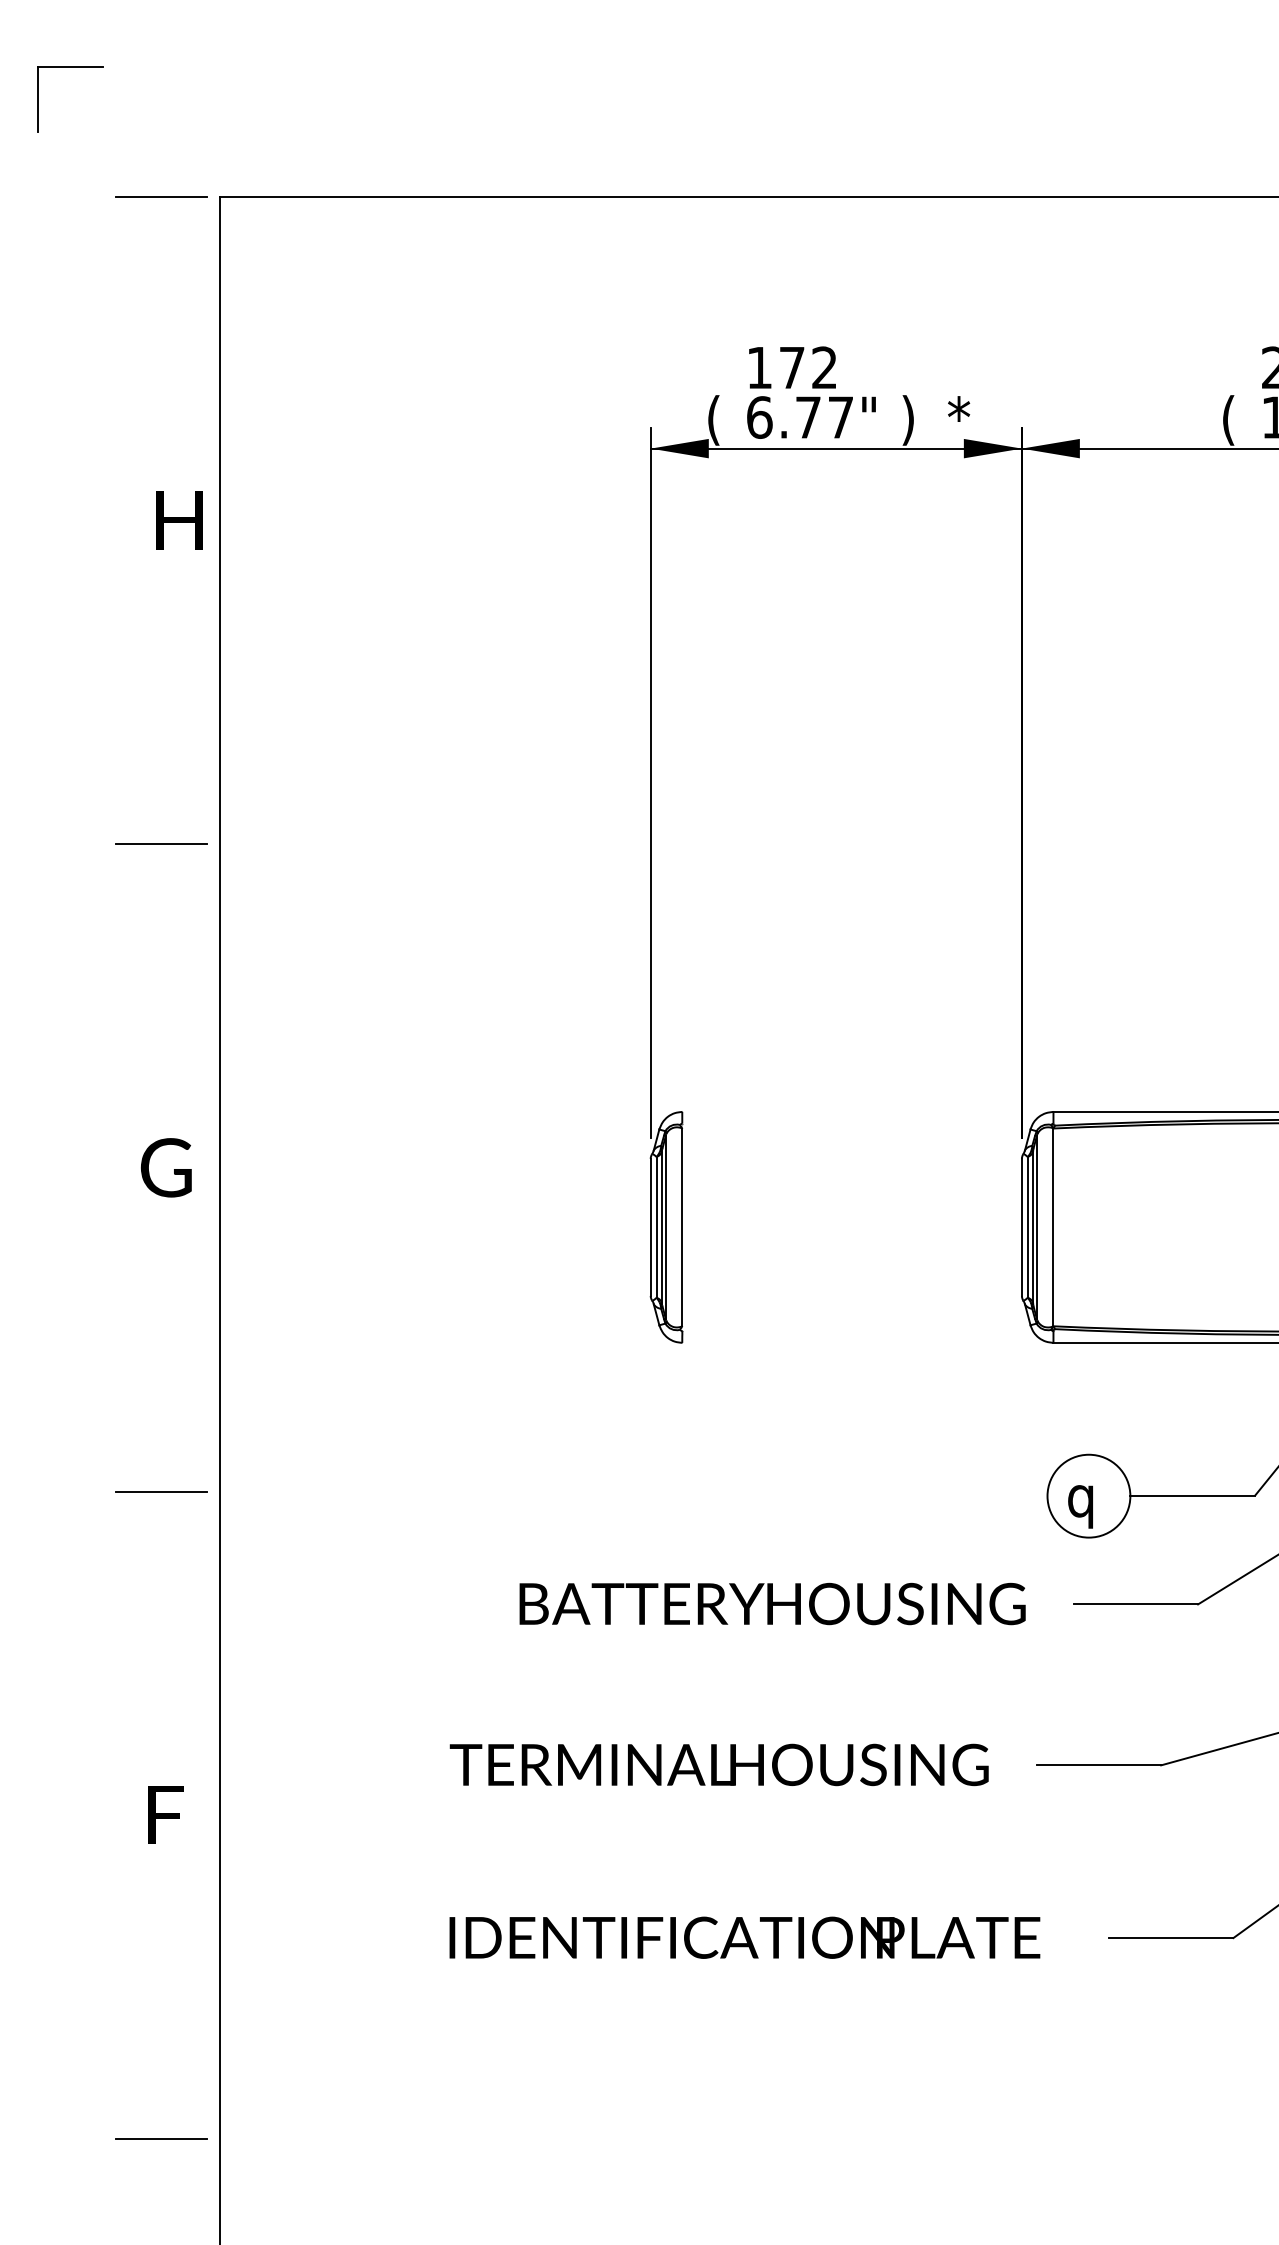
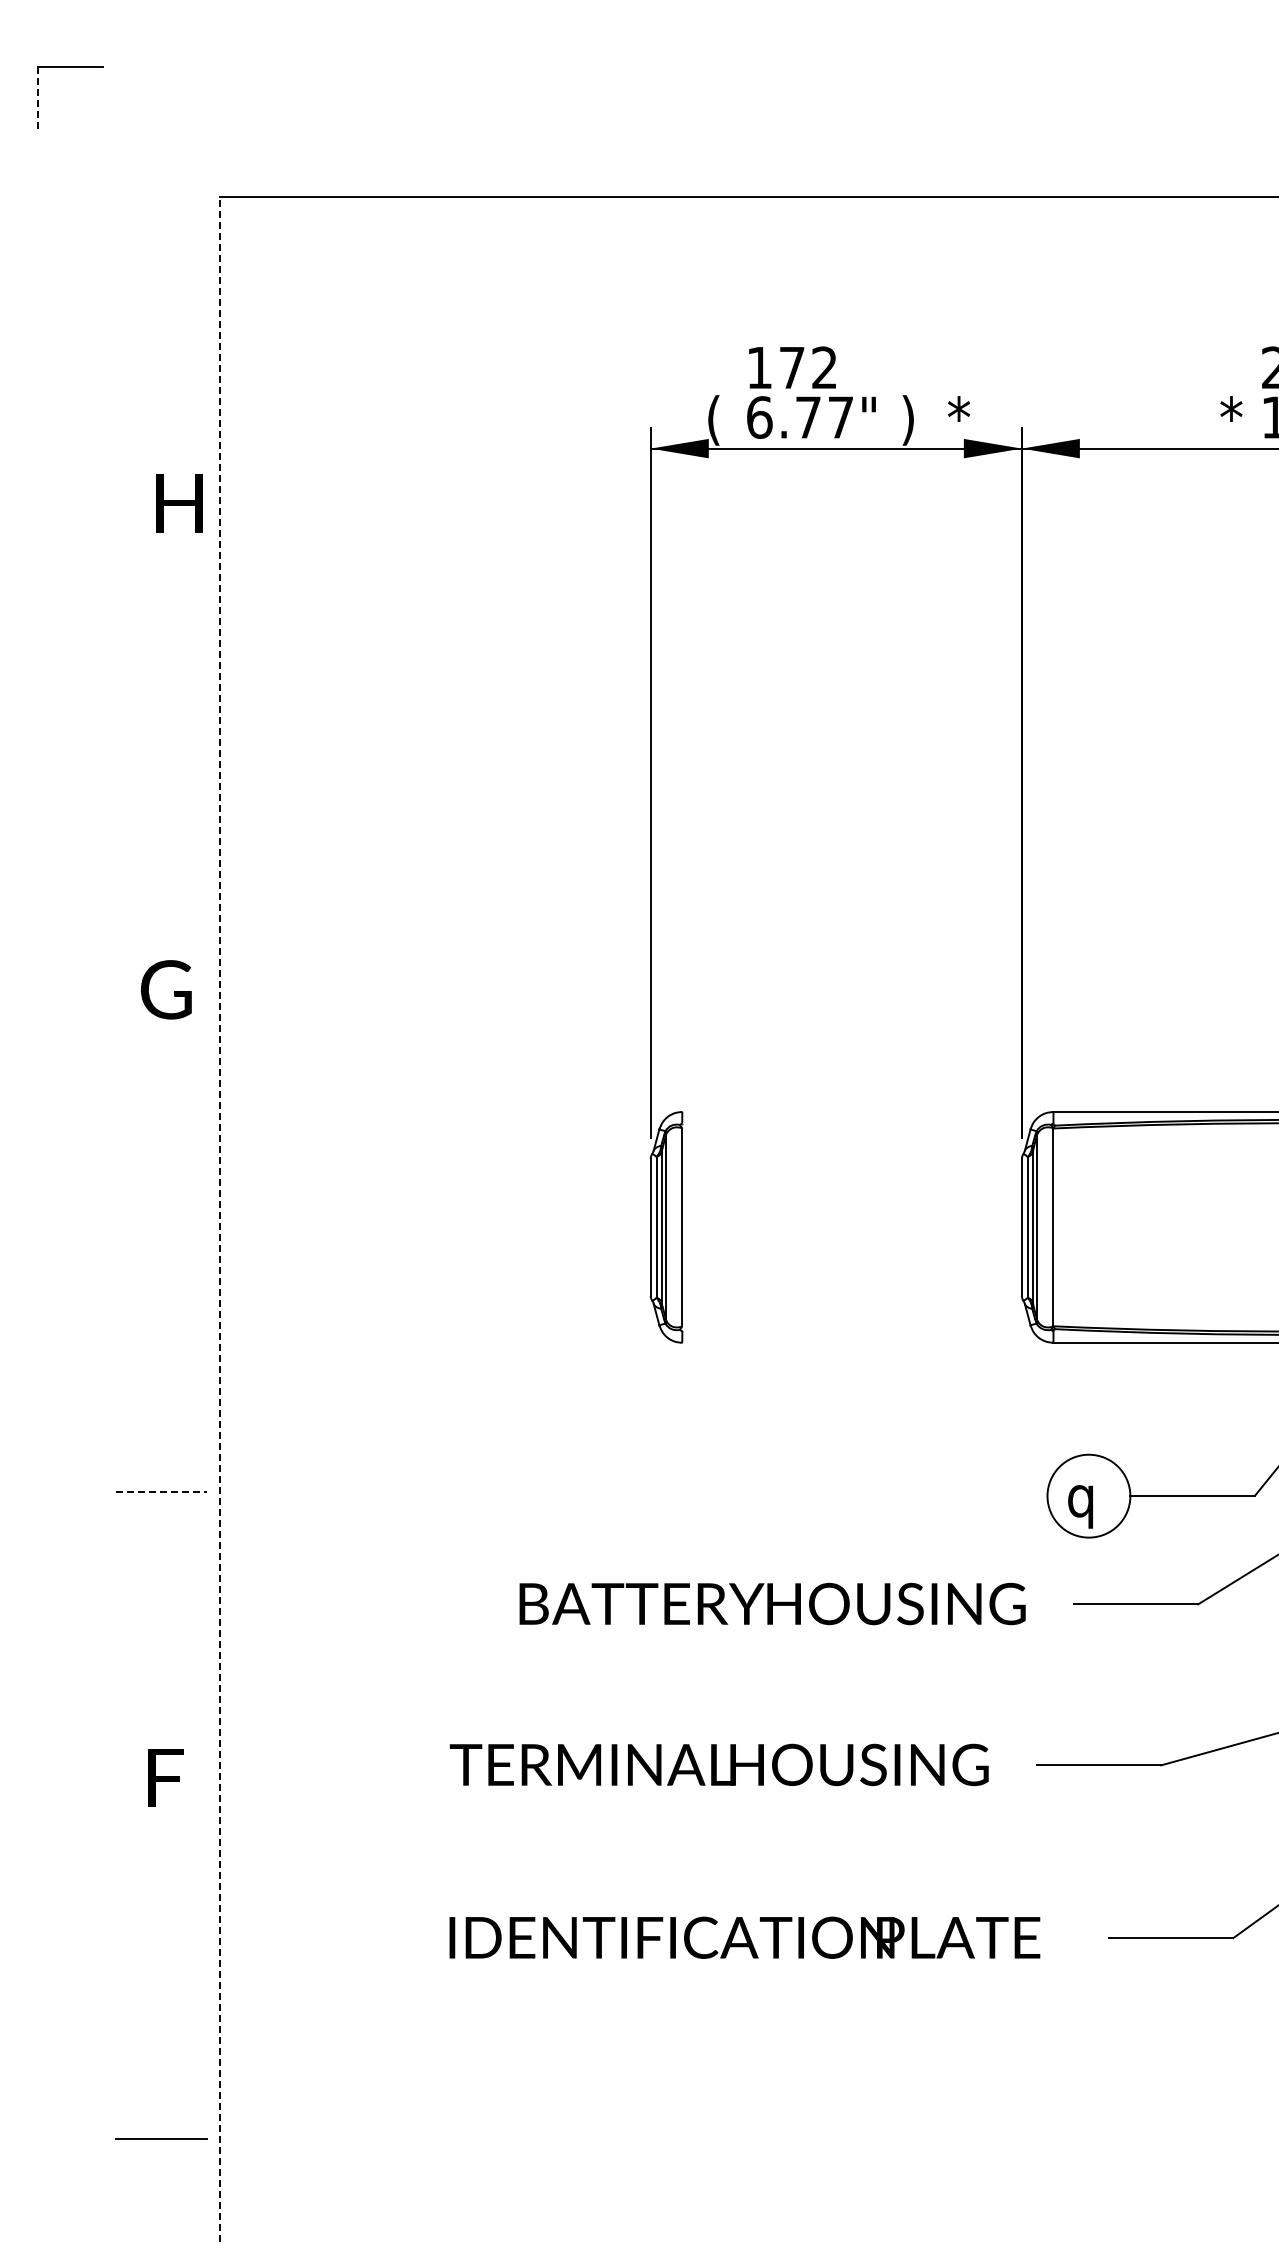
line at (38, 100): solid -> dashed
line at (160, 196): present -> none
text at (1231, 420): ( -> *
text at (179, 520) position: (179, 520) -> (179, 503)
line at (161, 843): present -> none
text at (166, 1167) position: (166, 1167) -> (166, 989)
line at (219, 1220): solid -> dashed
line at (161, 1491): solid -> dashed
text at (165, 1814) position: (165, 1814) -> (165, 1777)
